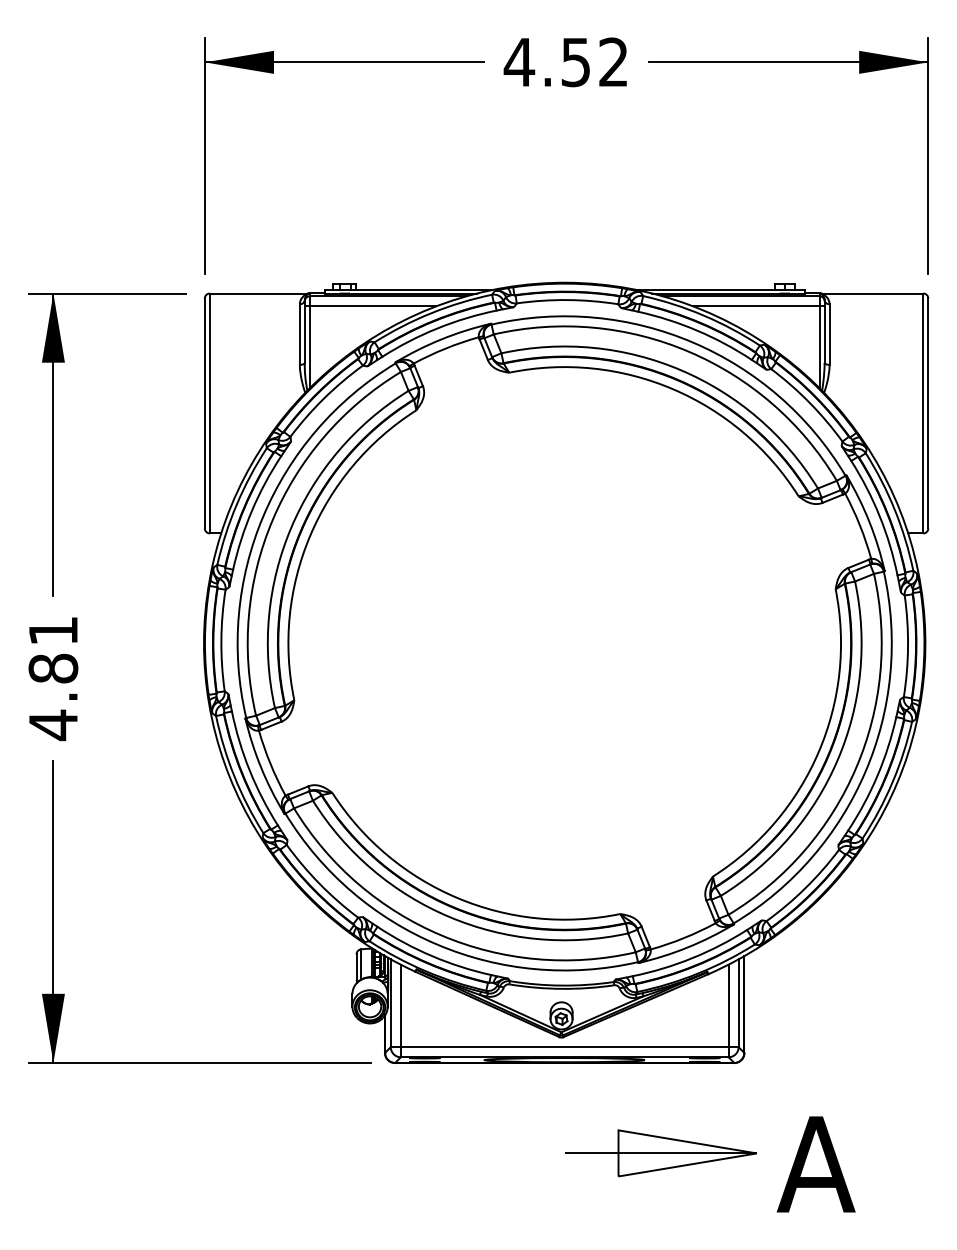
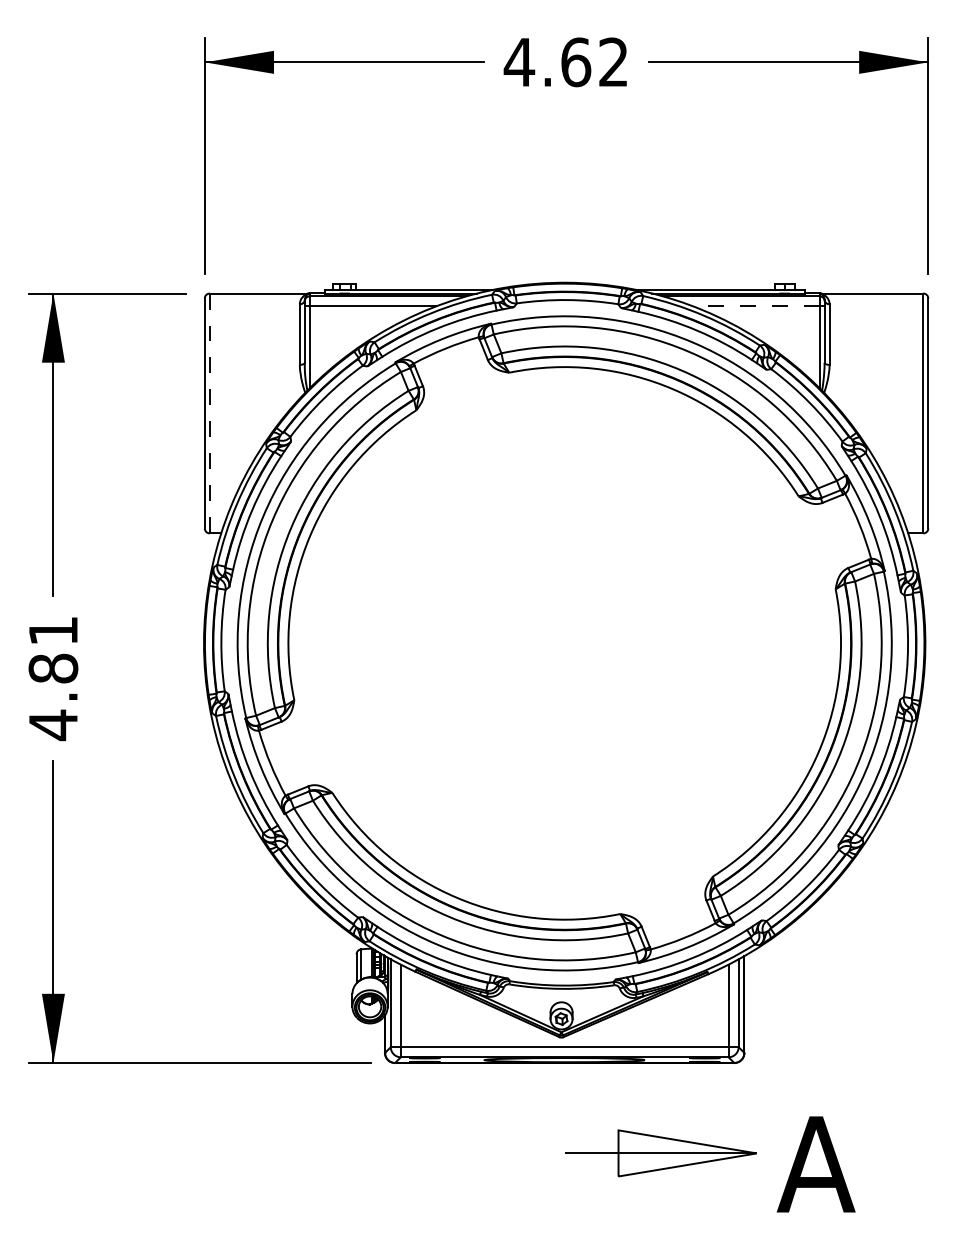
text at (576, 62): 4.52 -> 4.62
line at (755, 306): solid -> dashed
line at (209, 413): solid -> dashed
